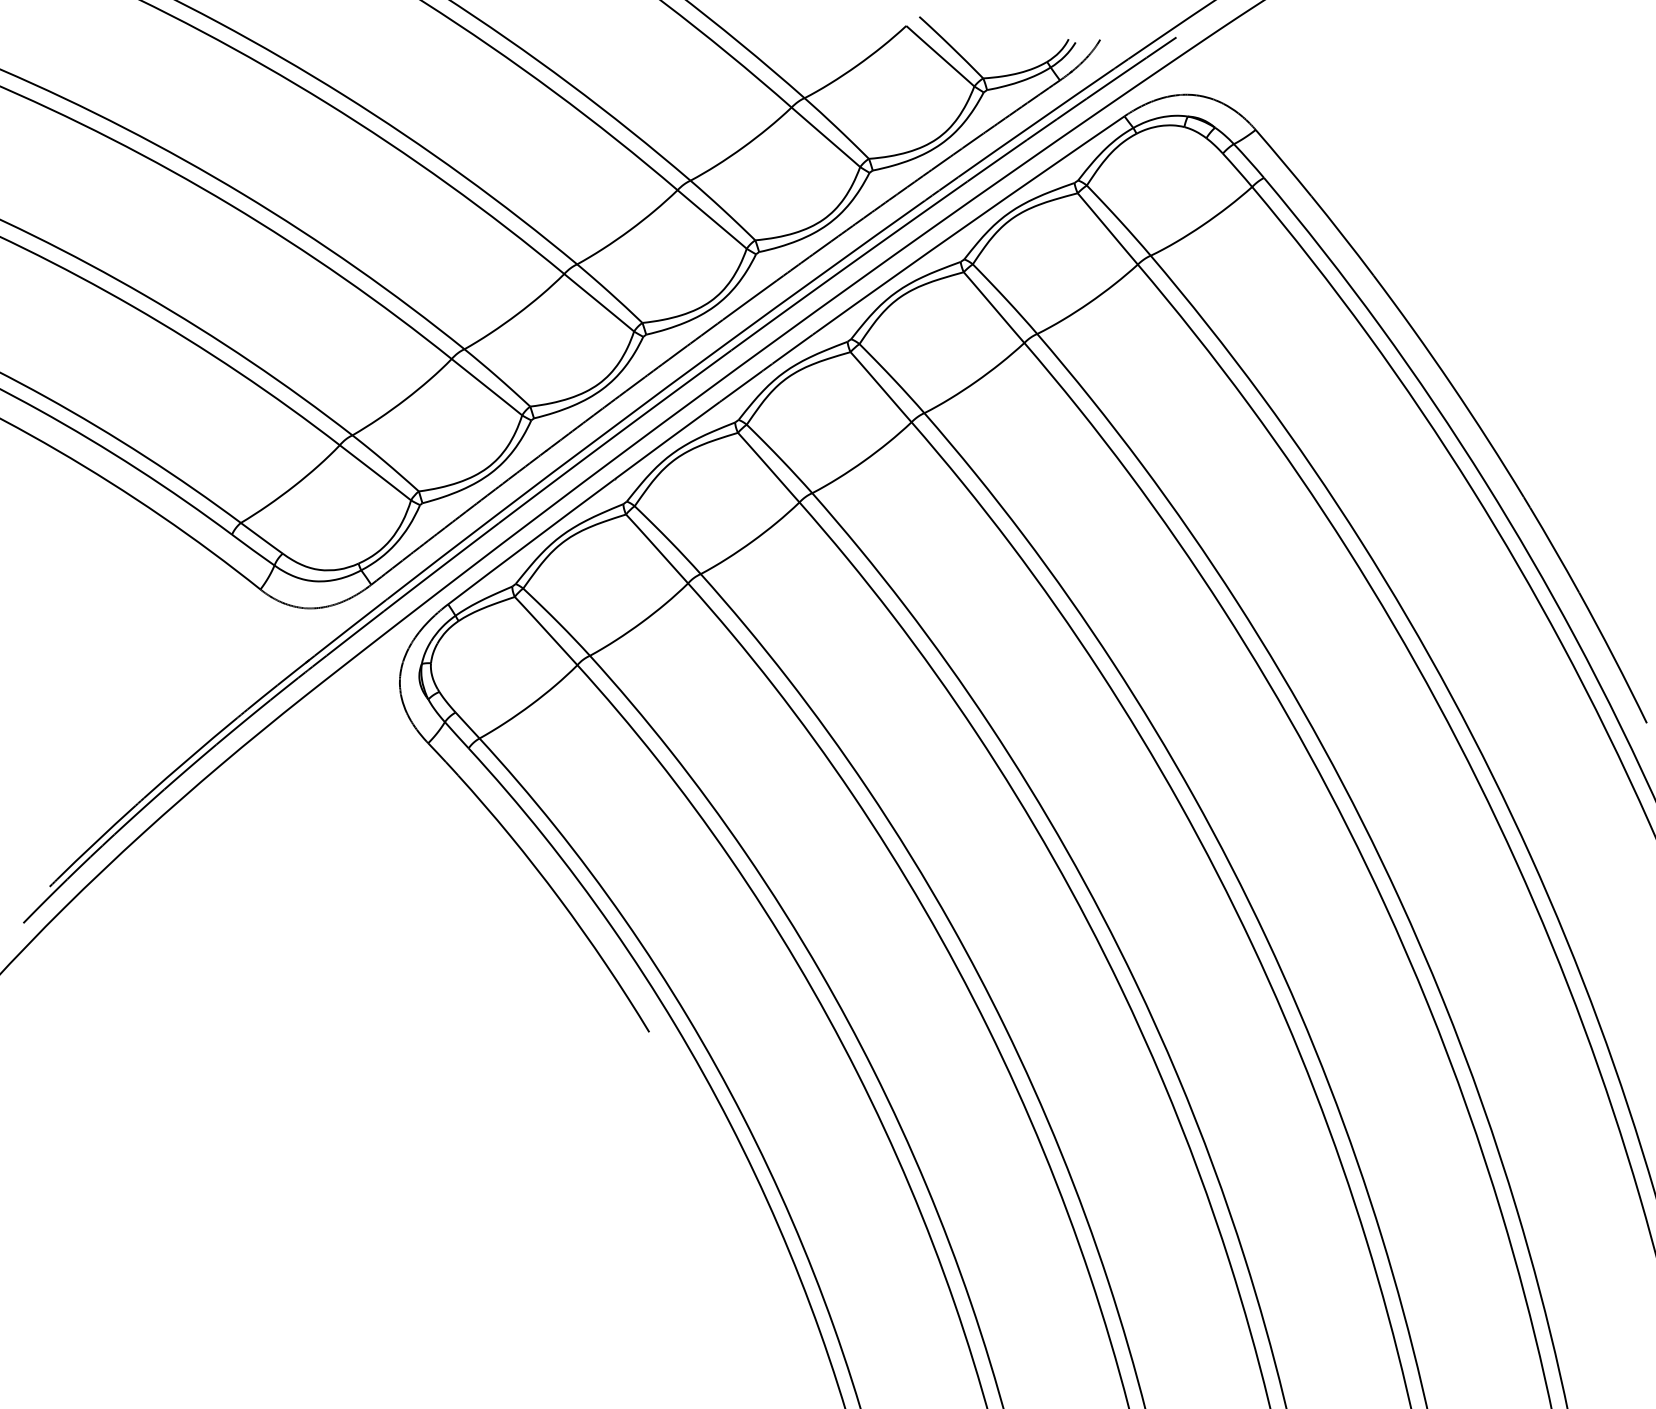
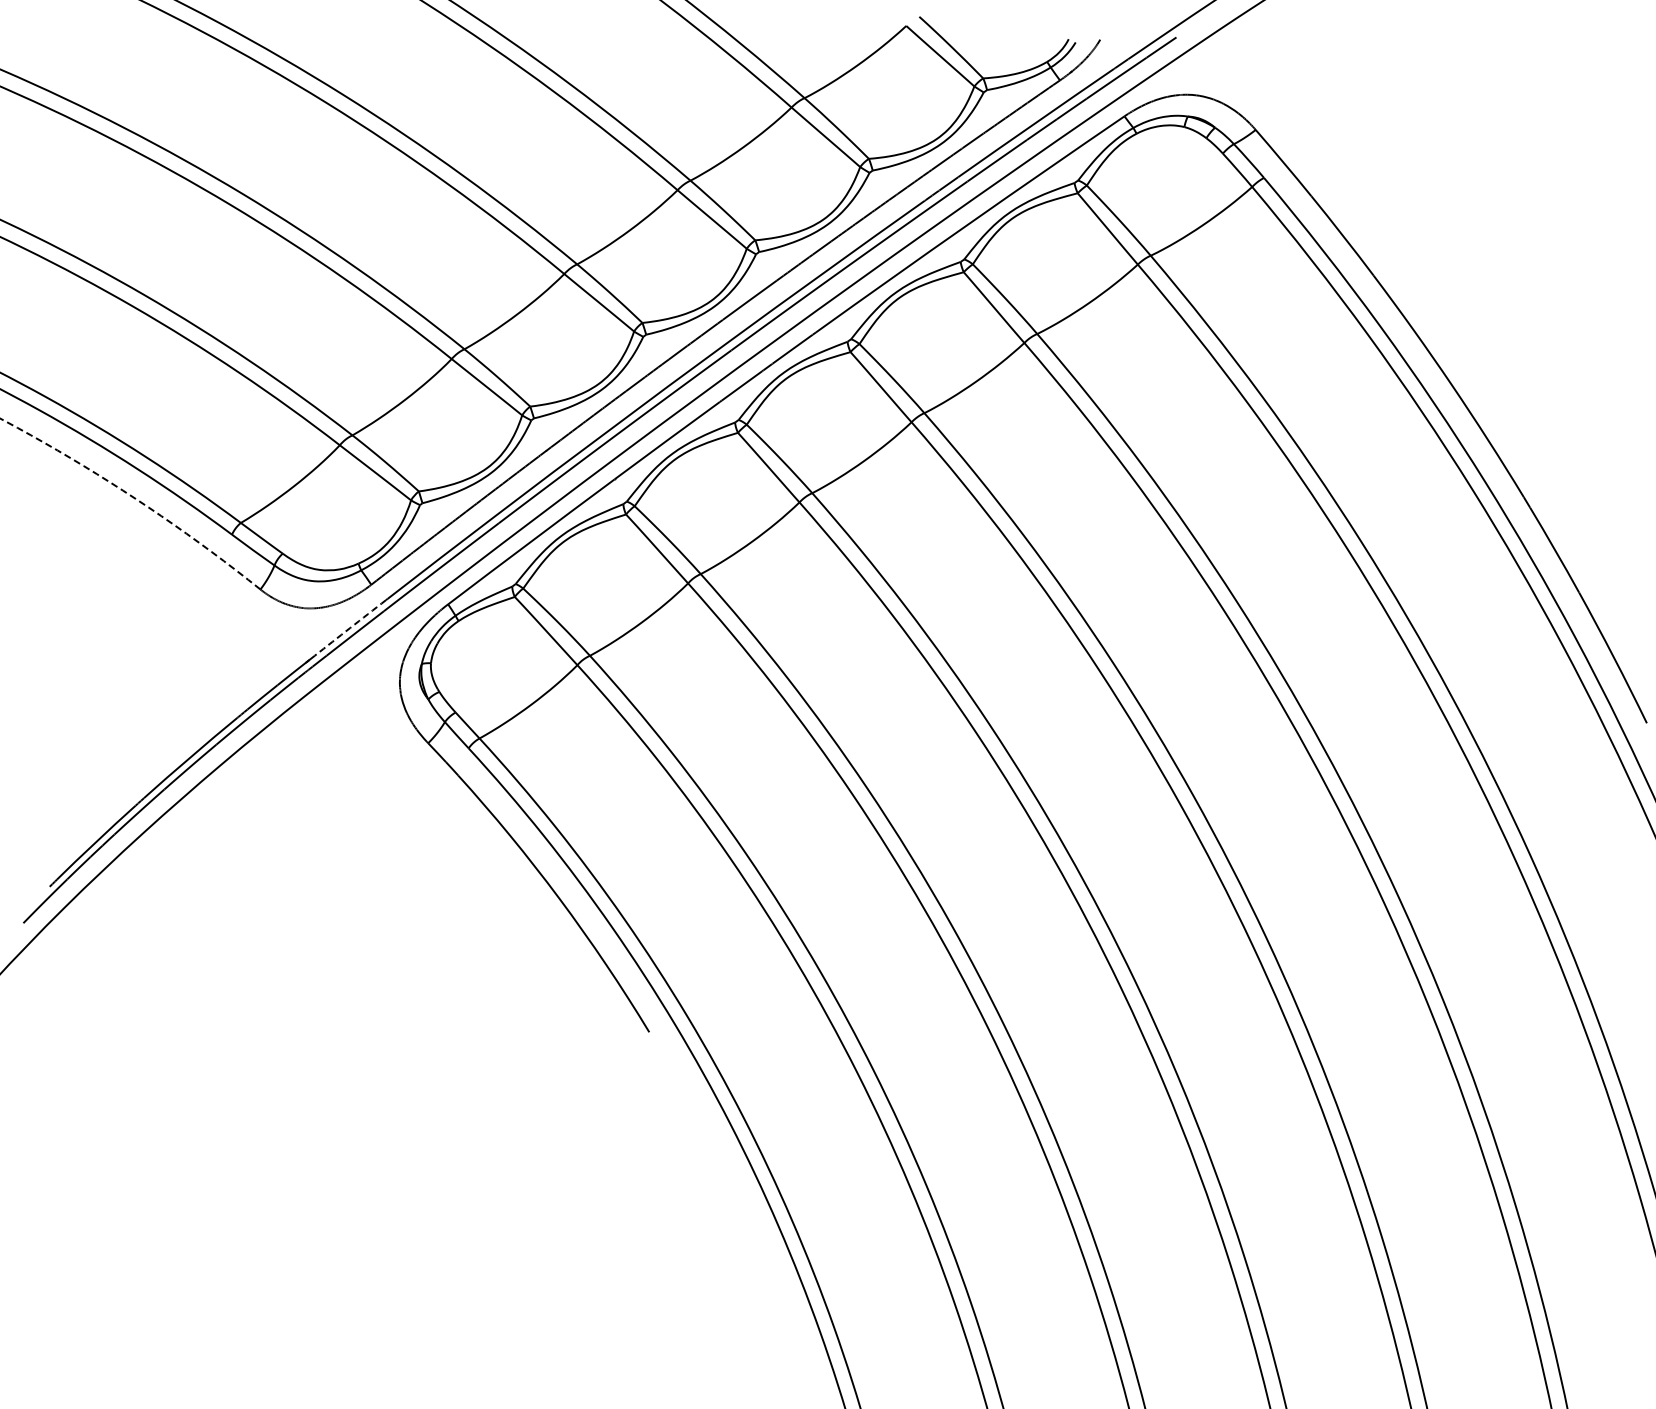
arc at (134, 497): solid -> dashed
arc at (350, 627): solid -> dashed
